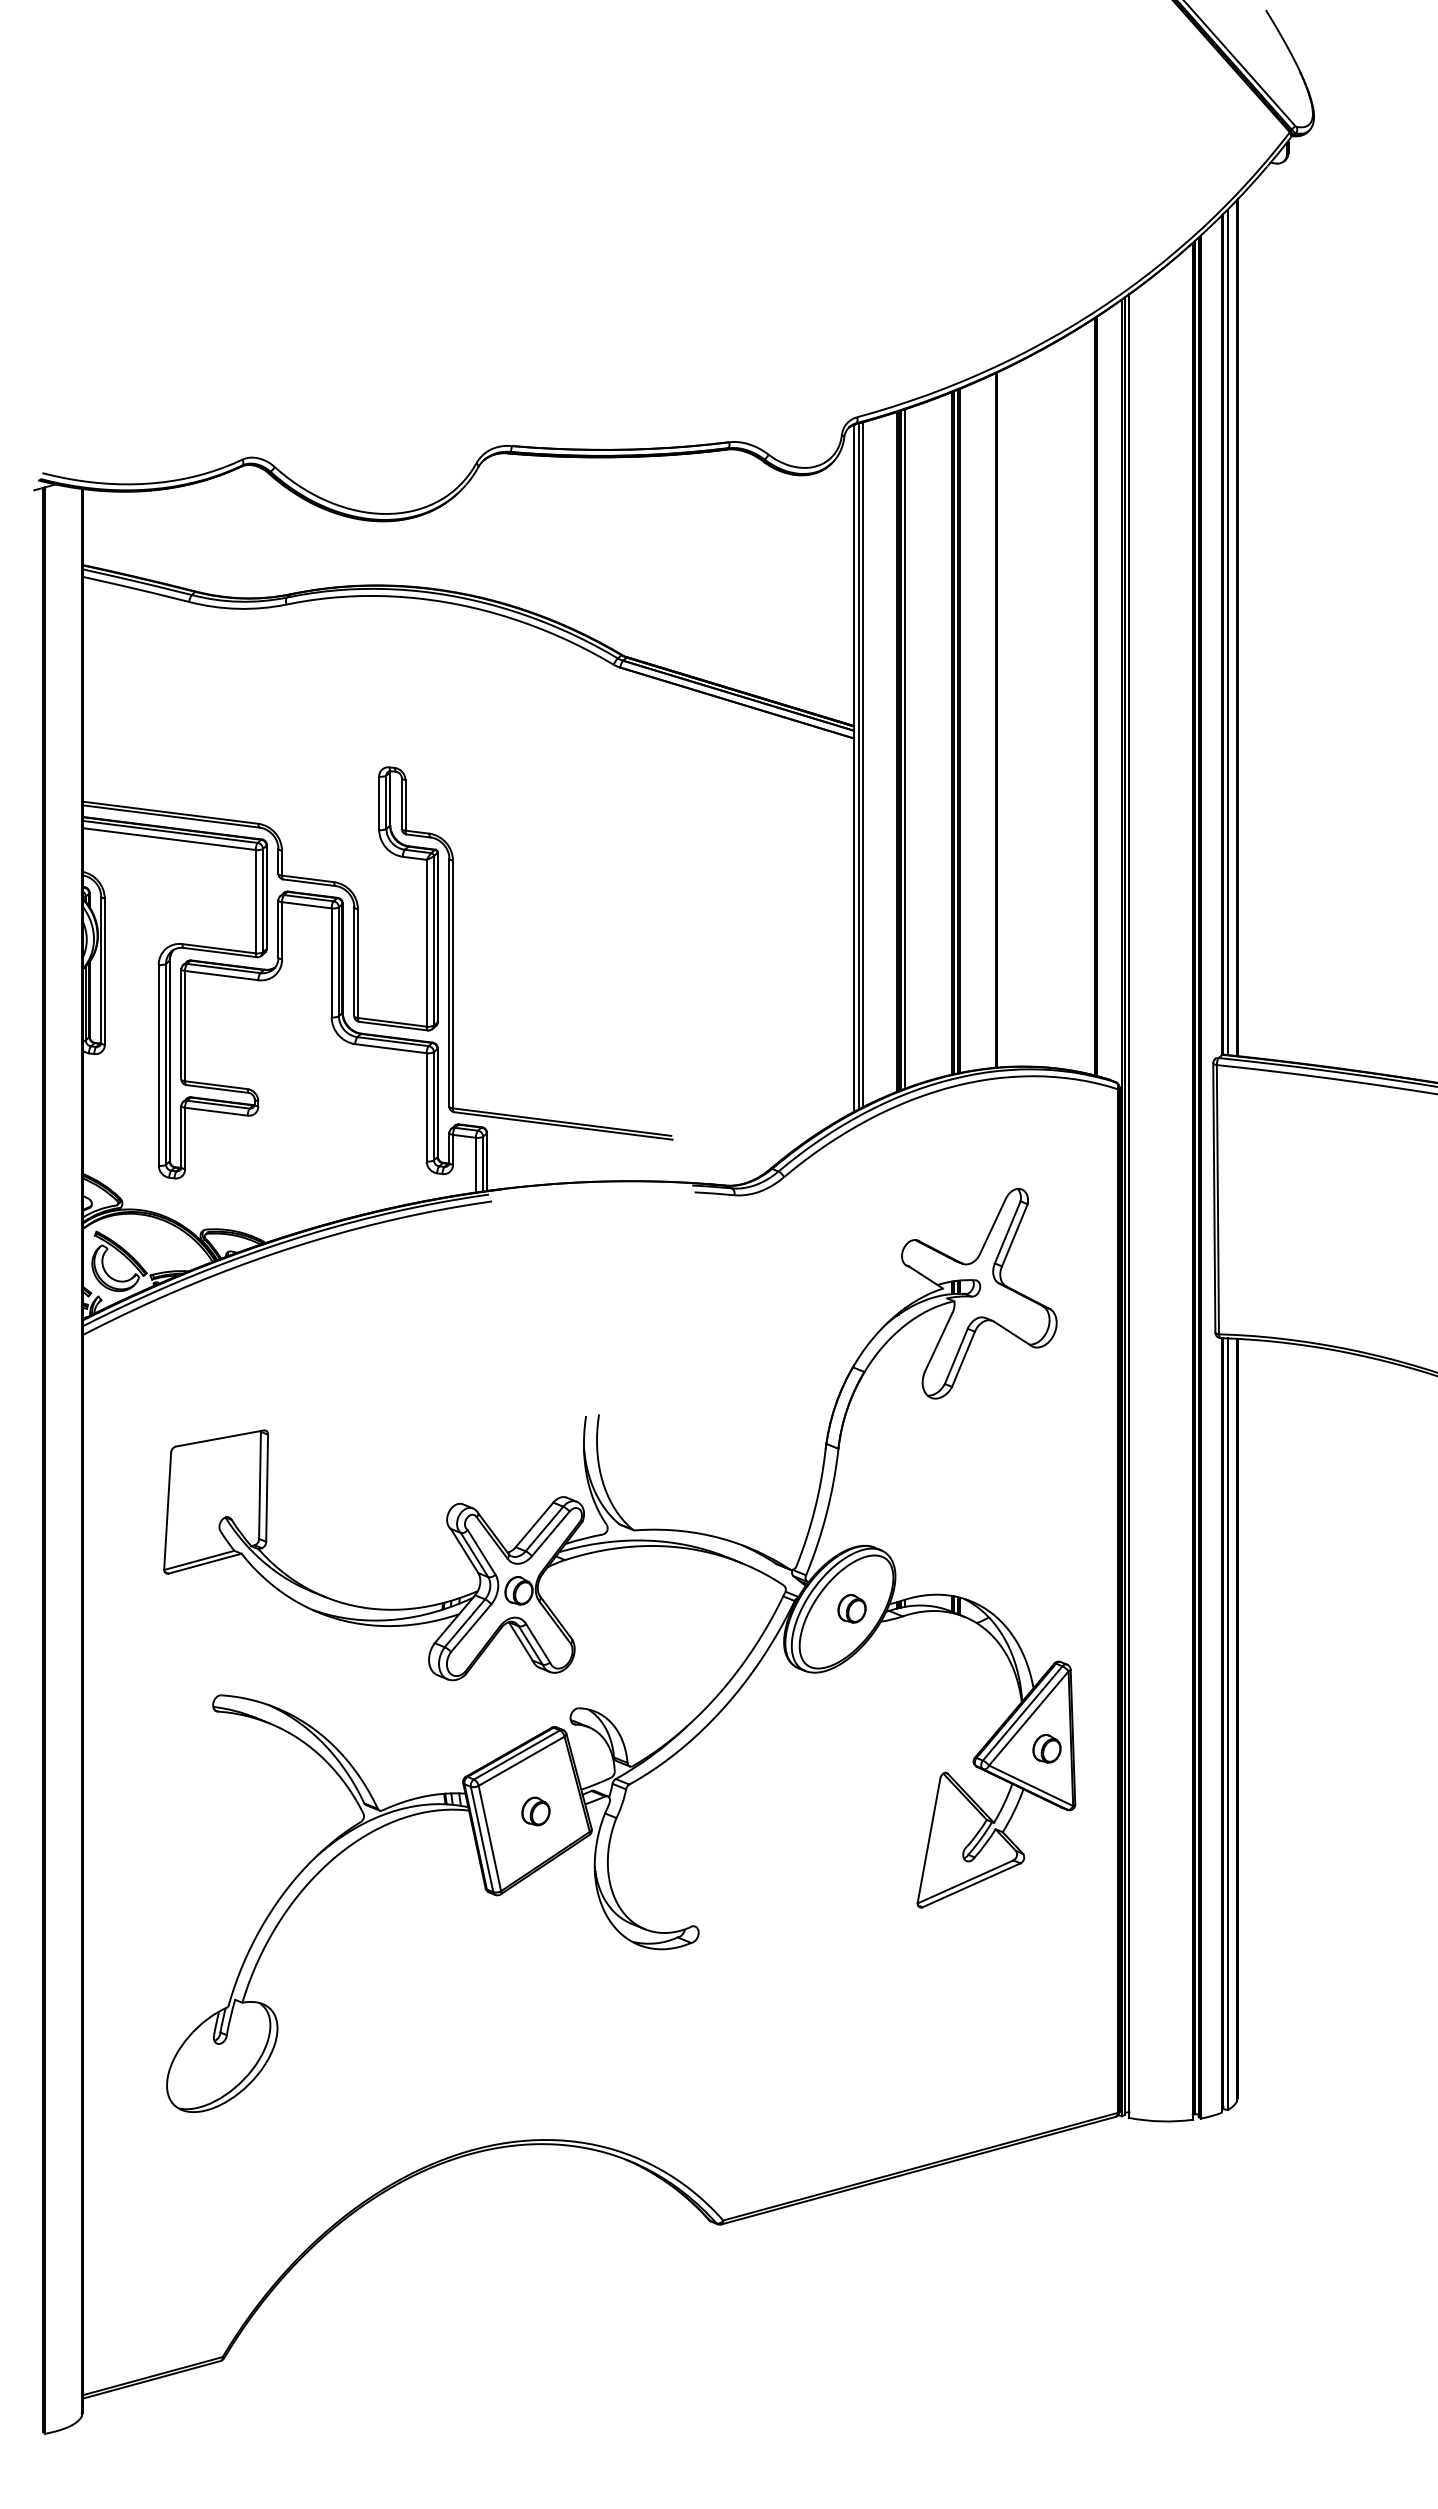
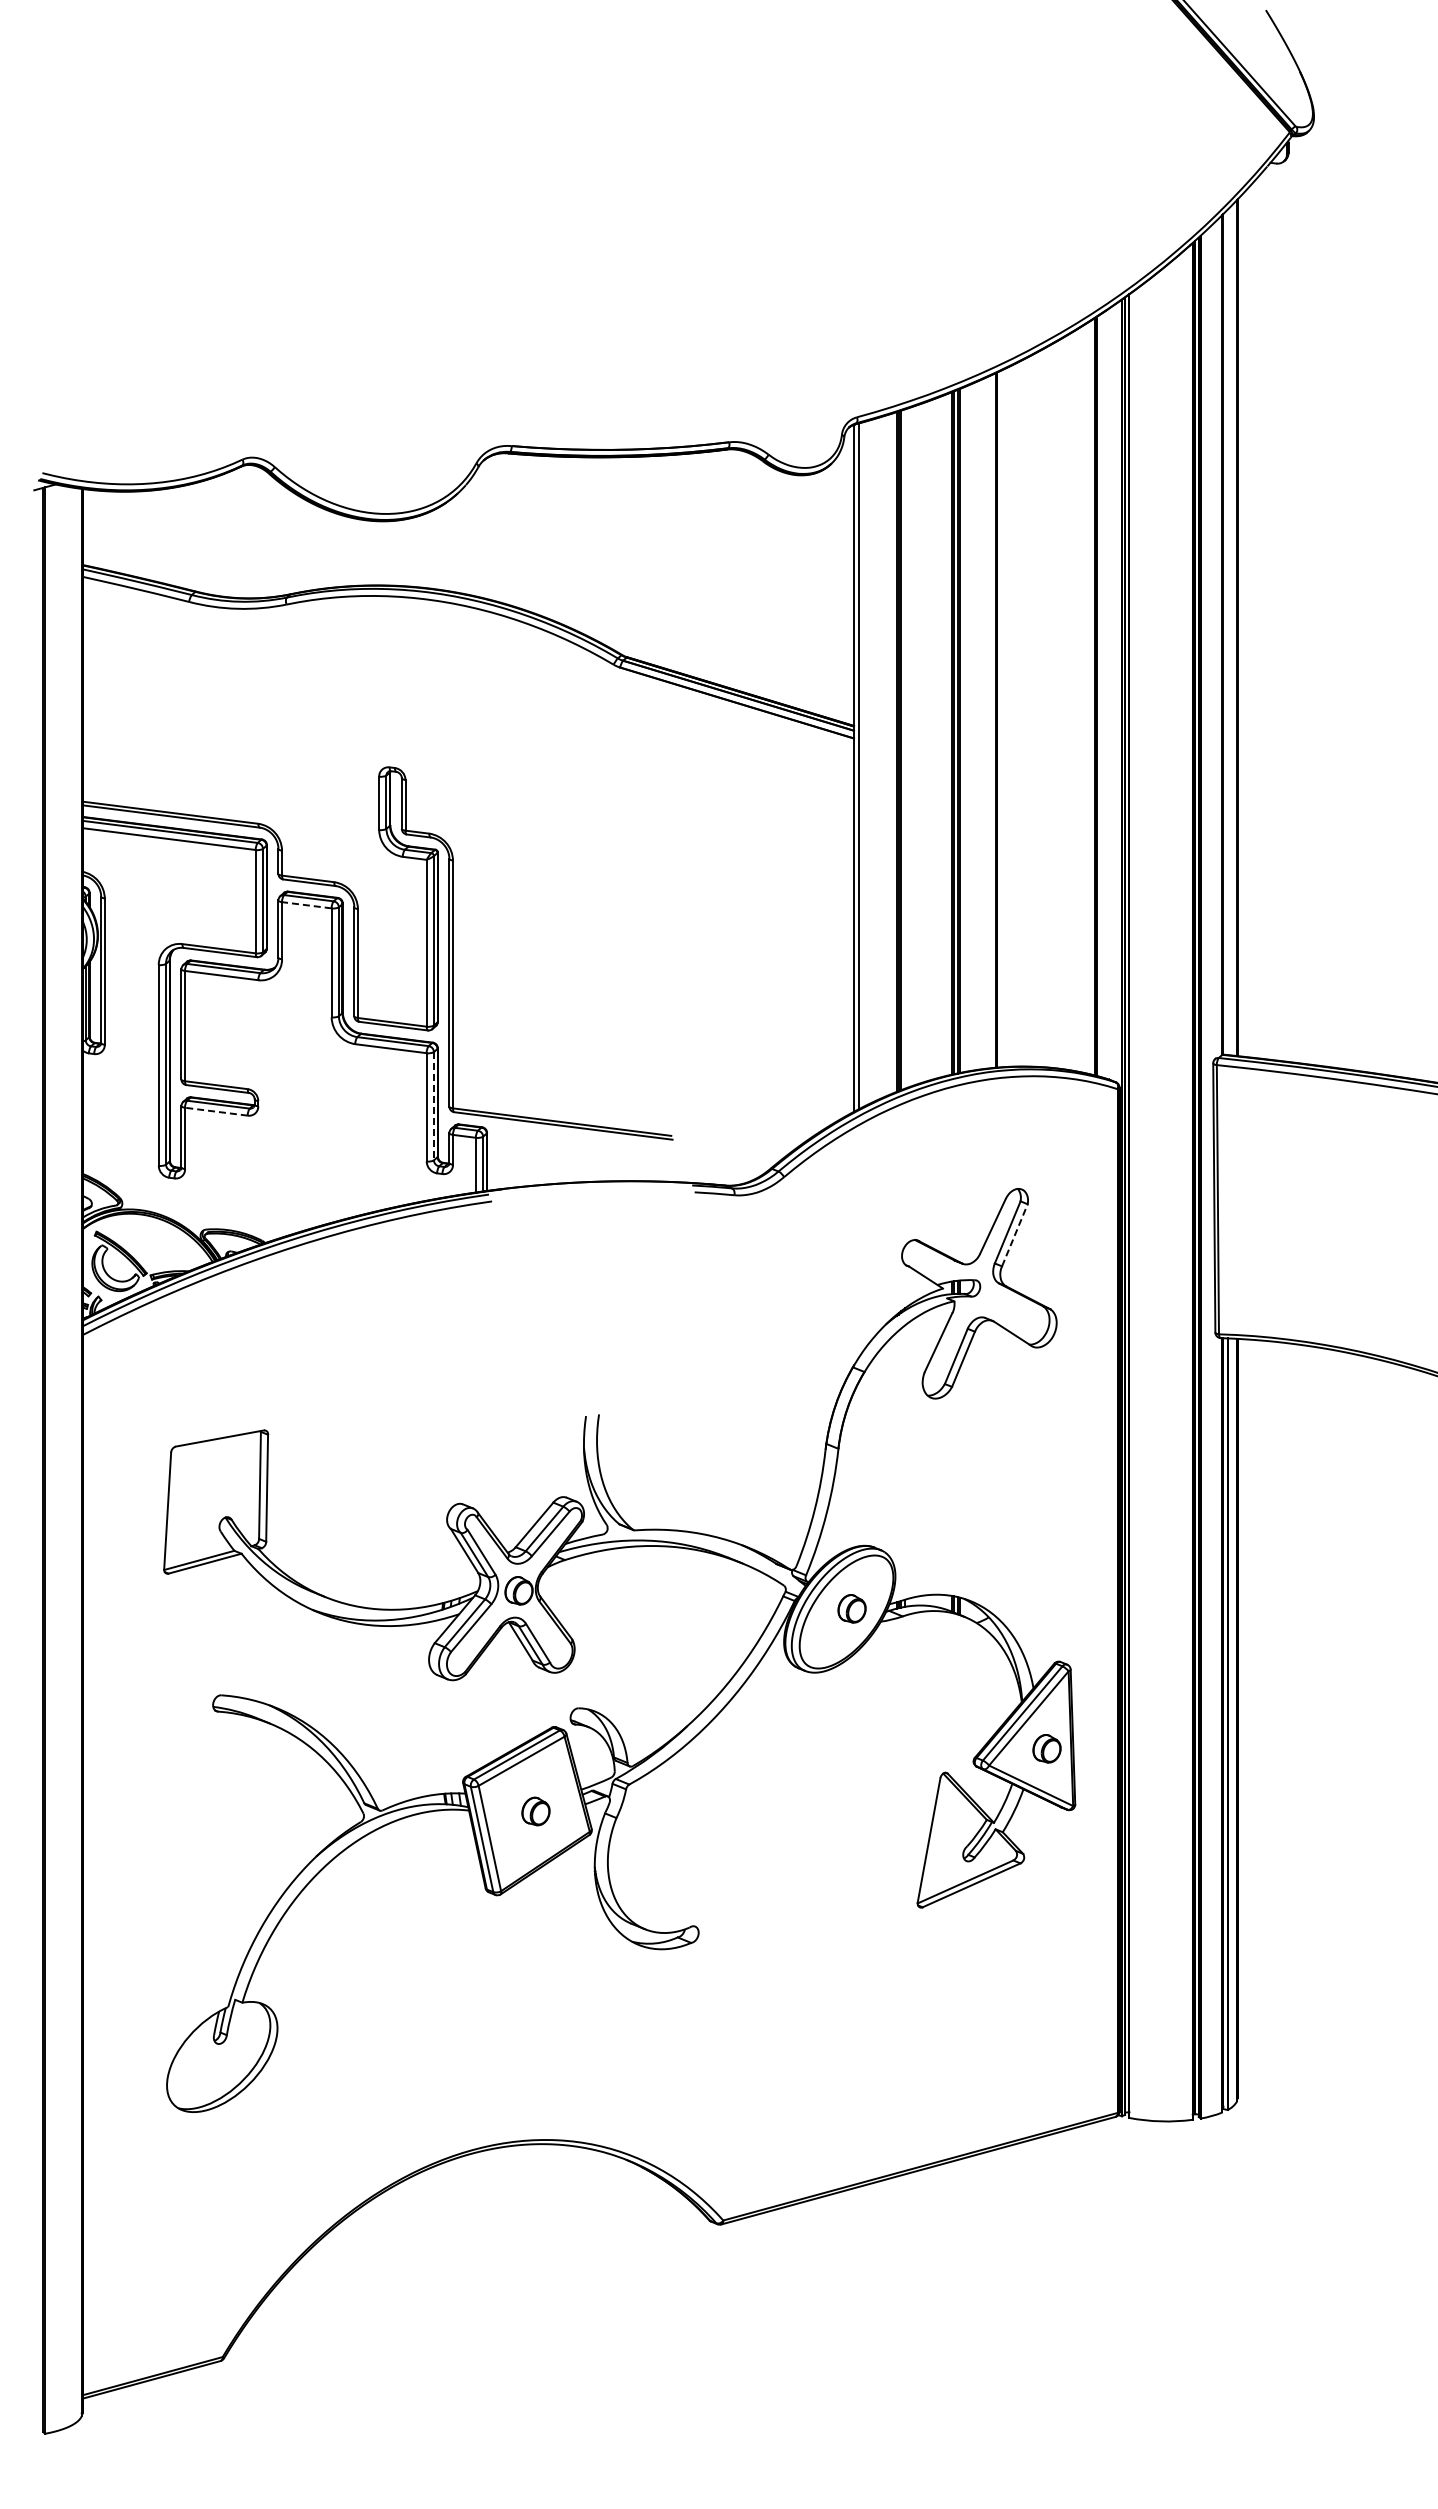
line at (1227, 632): present -> none
line at (905, 748): present -> none
line at (862, 764): present -> none
line at (306, 905): solid -> dashed
line at (433, 1106): solid -> dashed
line at (216, 1111): solid -> dashed
line at (1014, 1235): solid -> dashed
